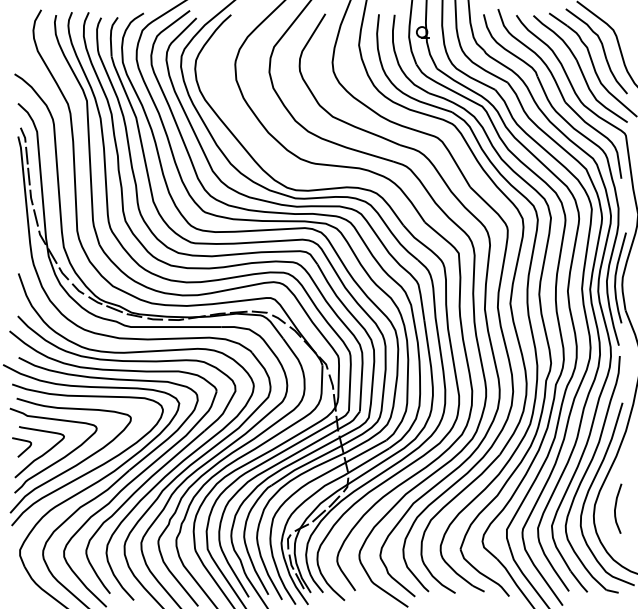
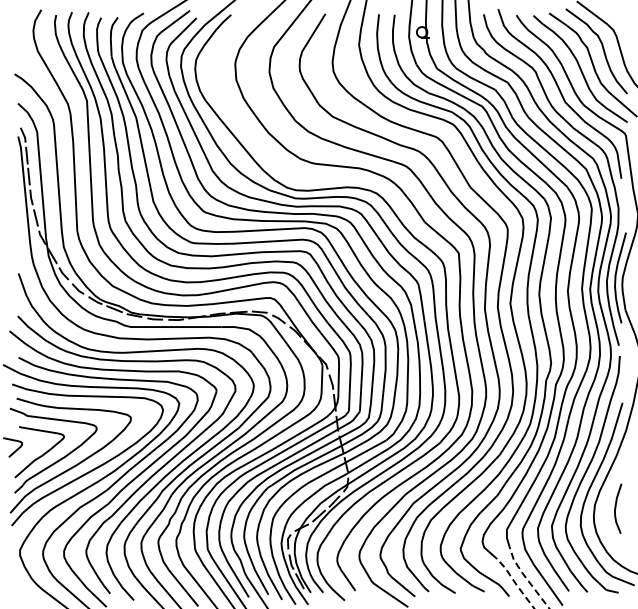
curve at (22, 451) position: (22, 451) -> (13, 451)
line at (526, 578): solid -> dashed
line at (515, 583): solid -> dashed
